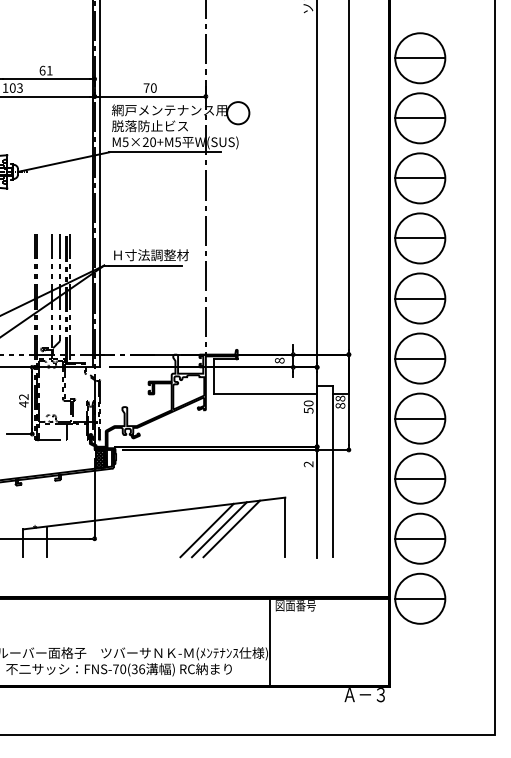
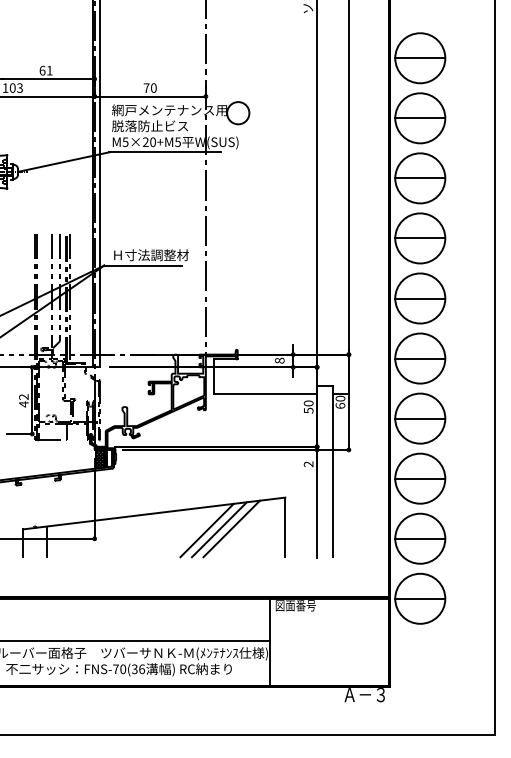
text at (340, 401): 88 -> 60
line at (136, 640): none -> present
